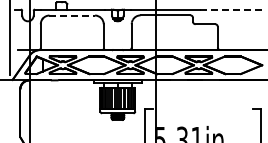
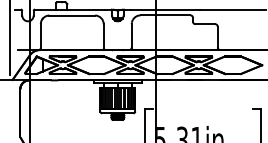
line at (233, 9): dashed -> solid
line at (72, 15): dashed -> solid
